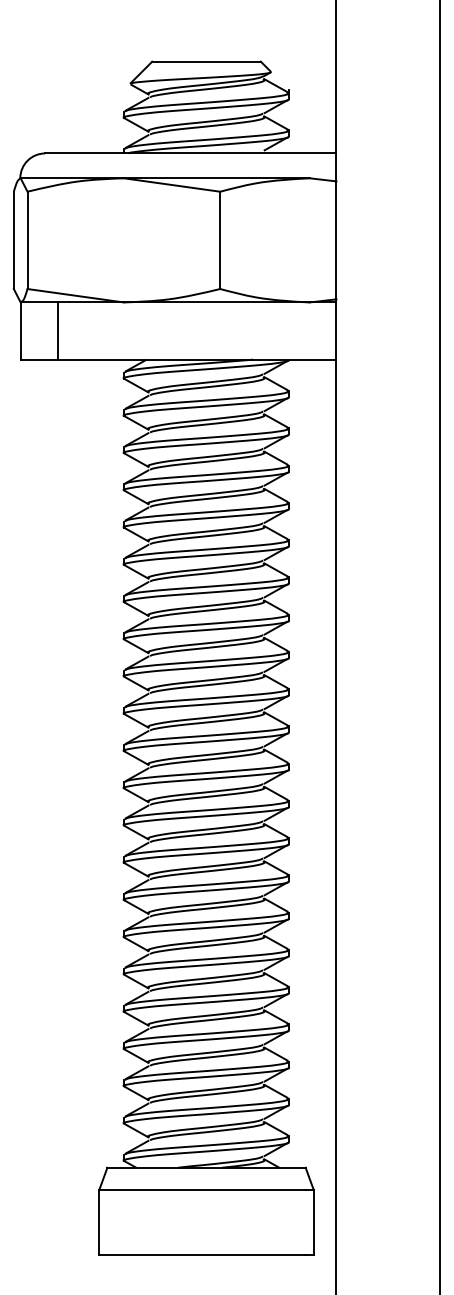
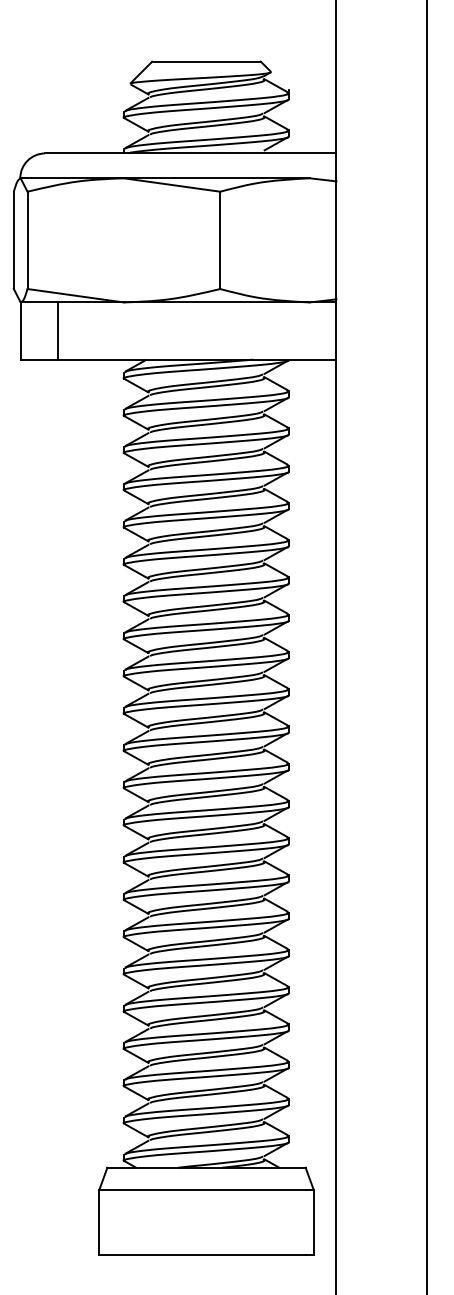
line at (440, 646) position: (440, 646) -> (427, 646)
